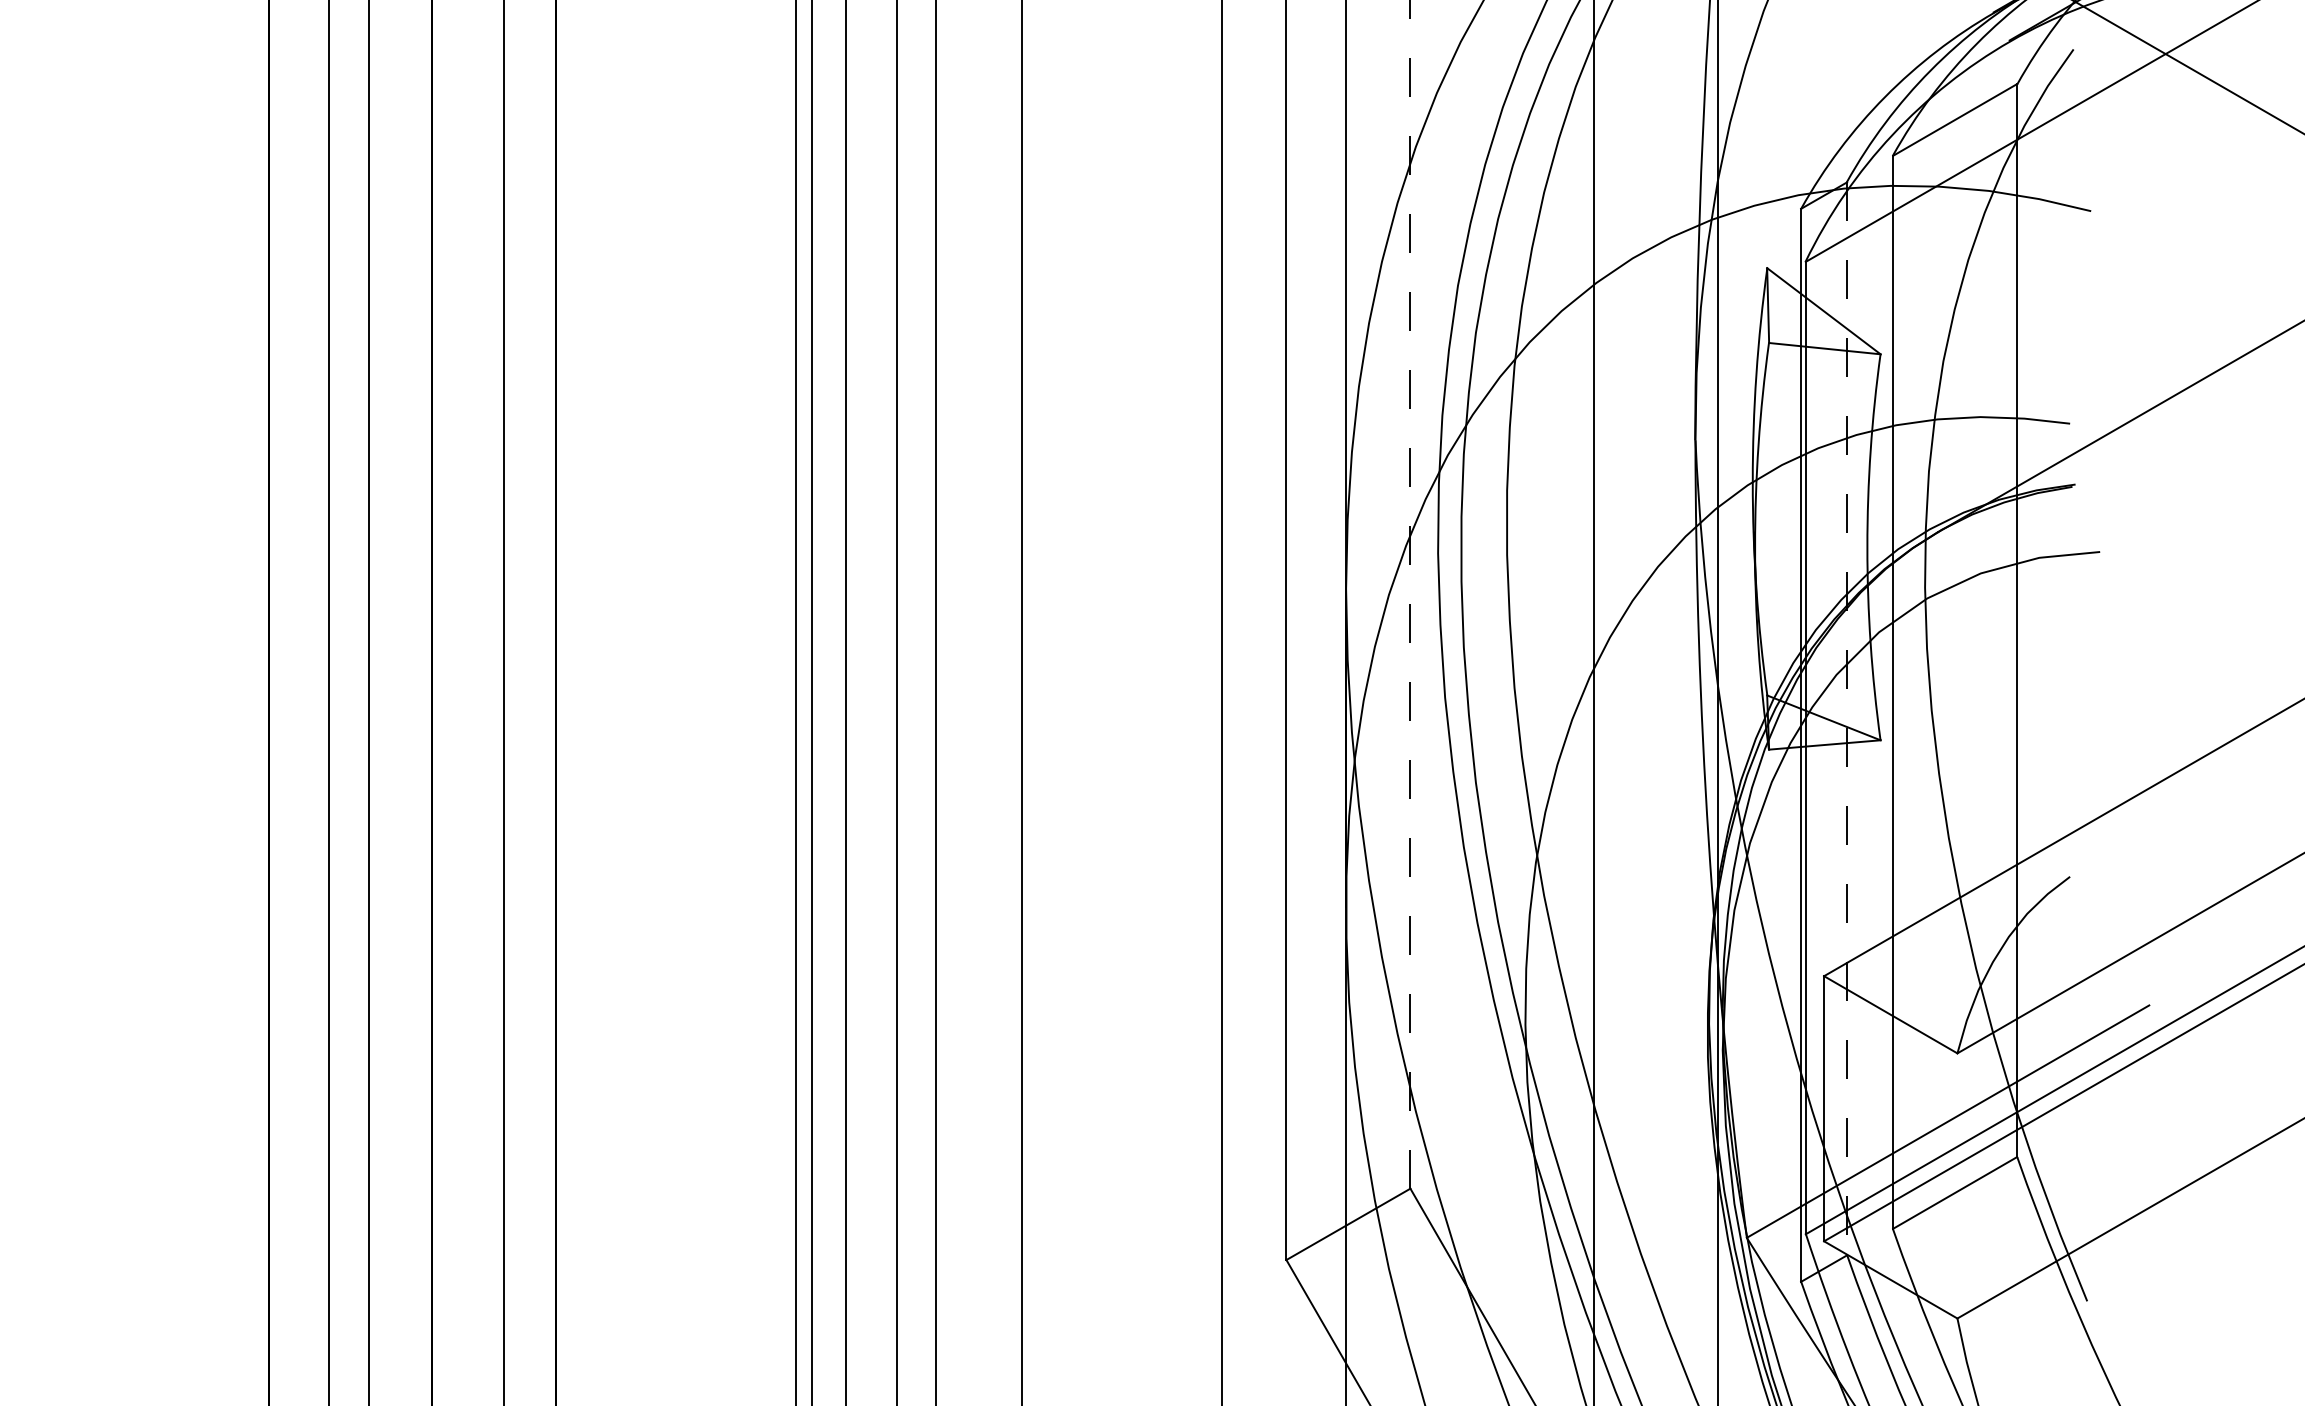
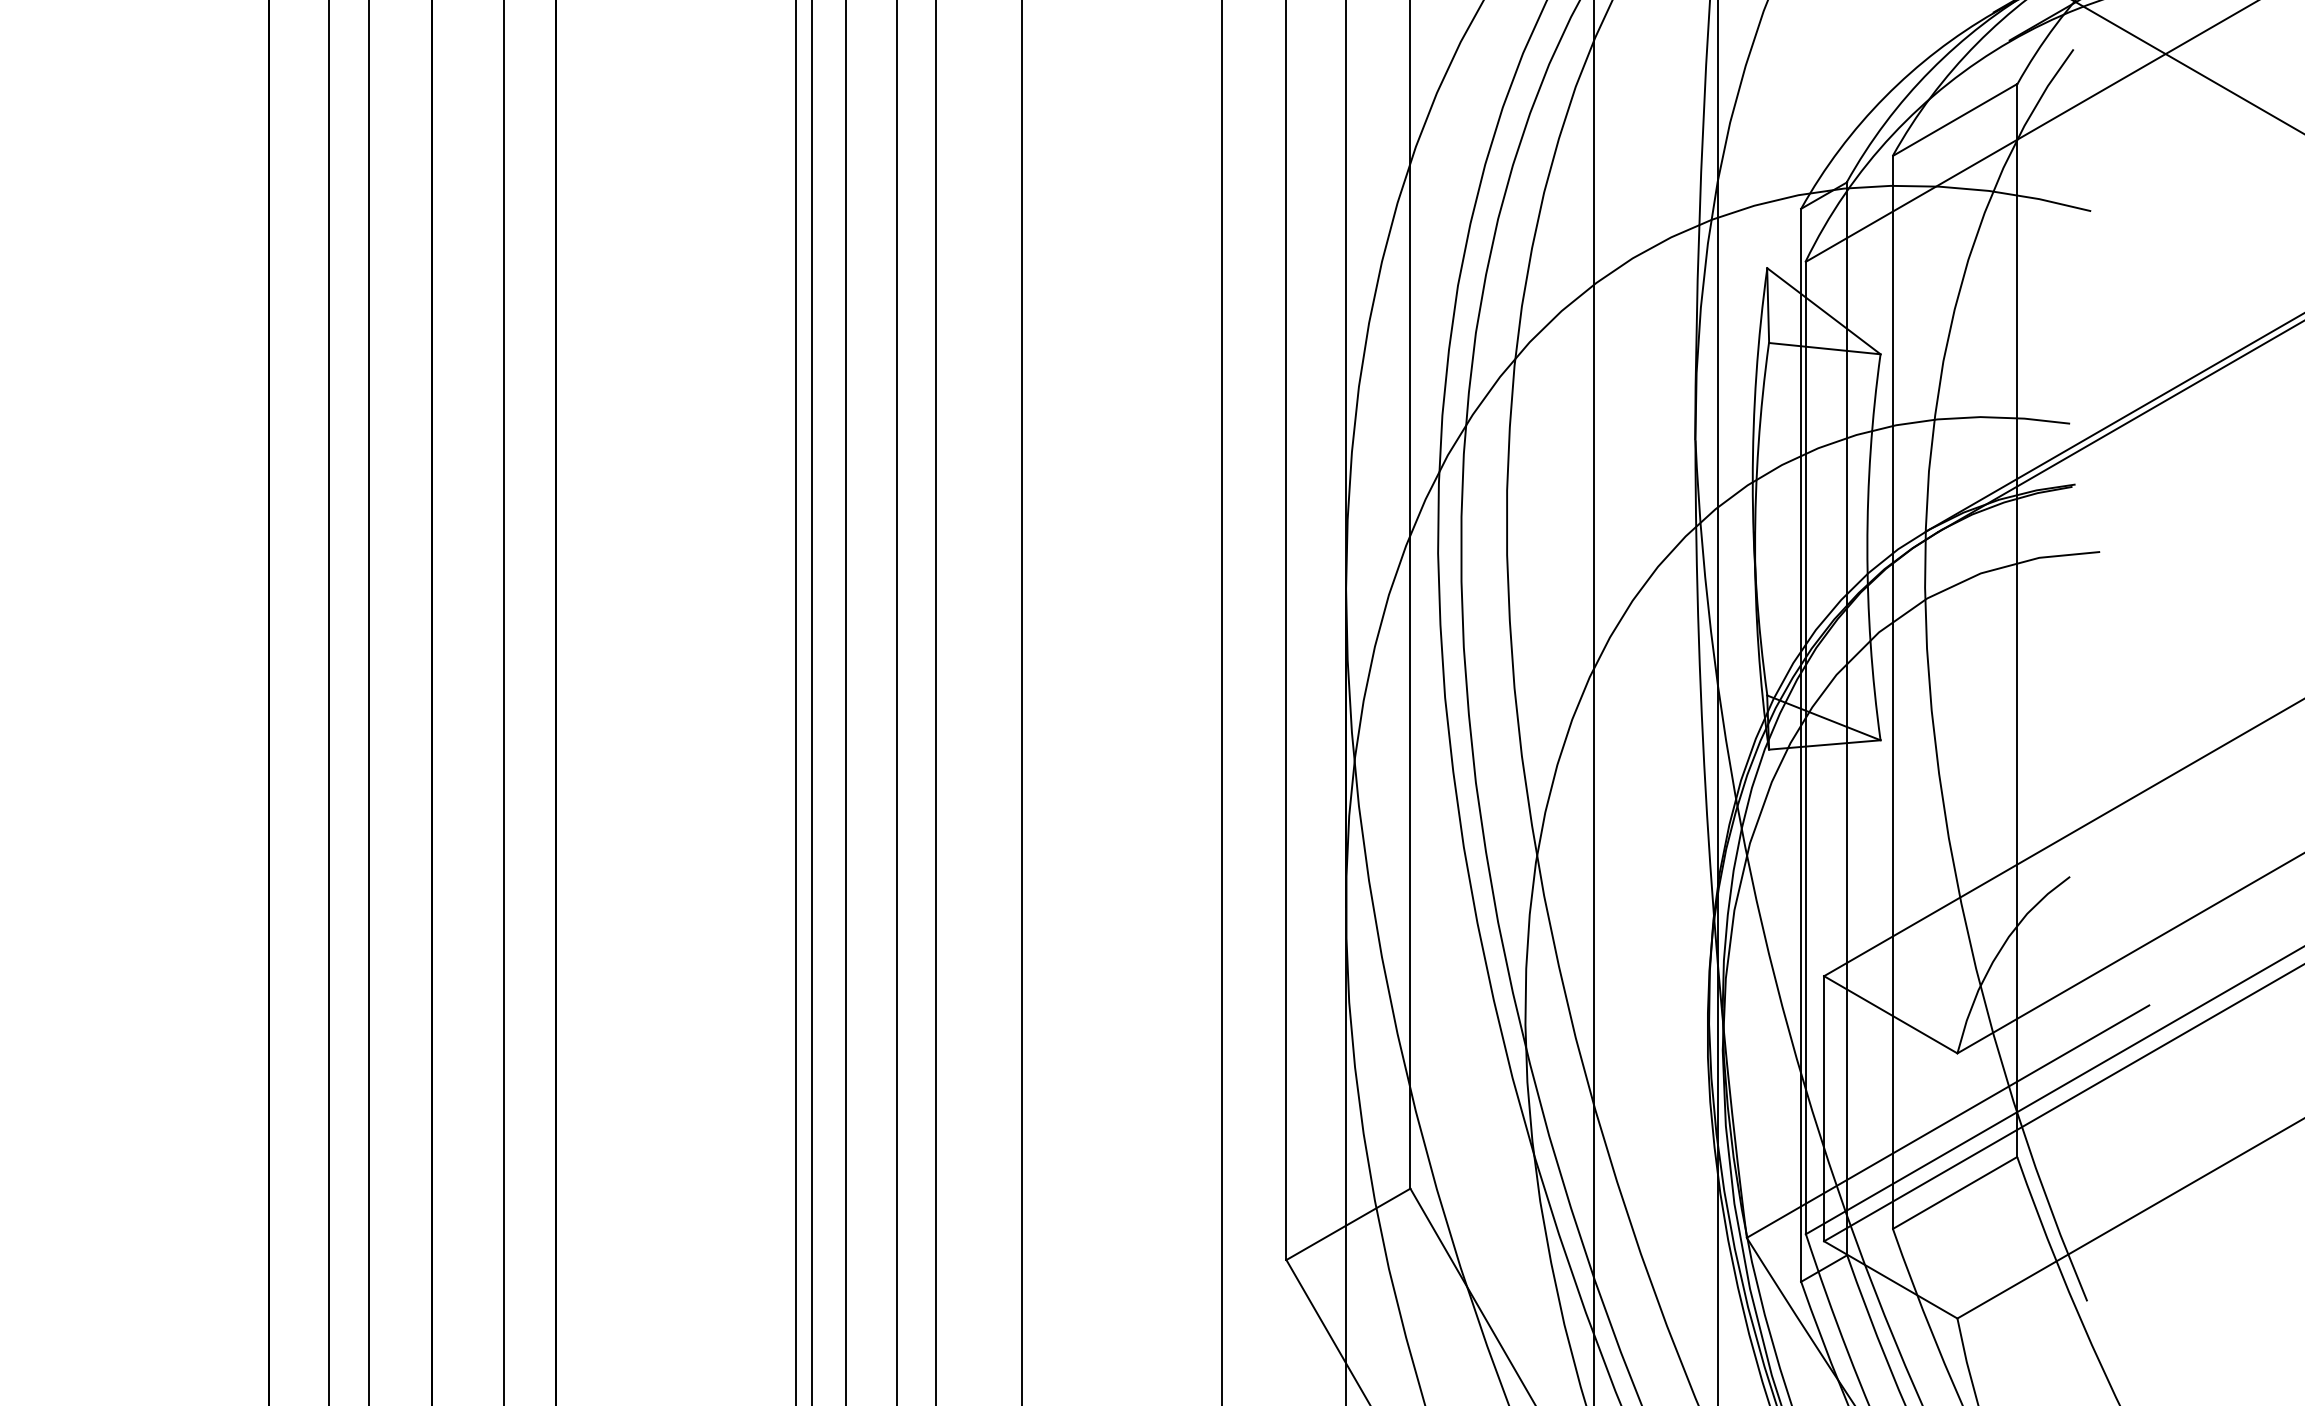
line at (2113, 422): none -> present
line at (1410, 594): dashed -> solid
line at (1847, 719): dashed -> solid
